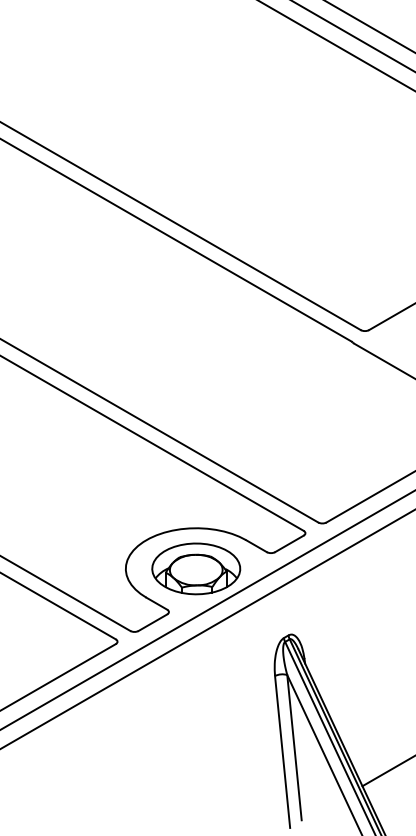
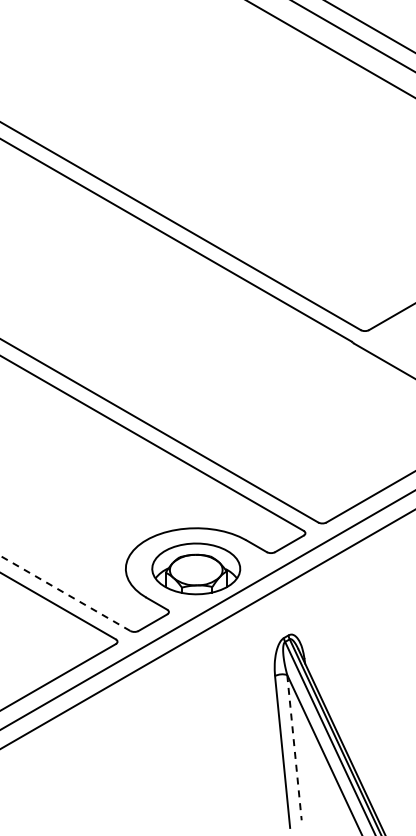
line at (336, 45) position: (336, 45) -> (330, 49)
line at (65, 593): solid -> dashed
line at (294, 747): solid -> dashed
line at (387, 771): present -> none
